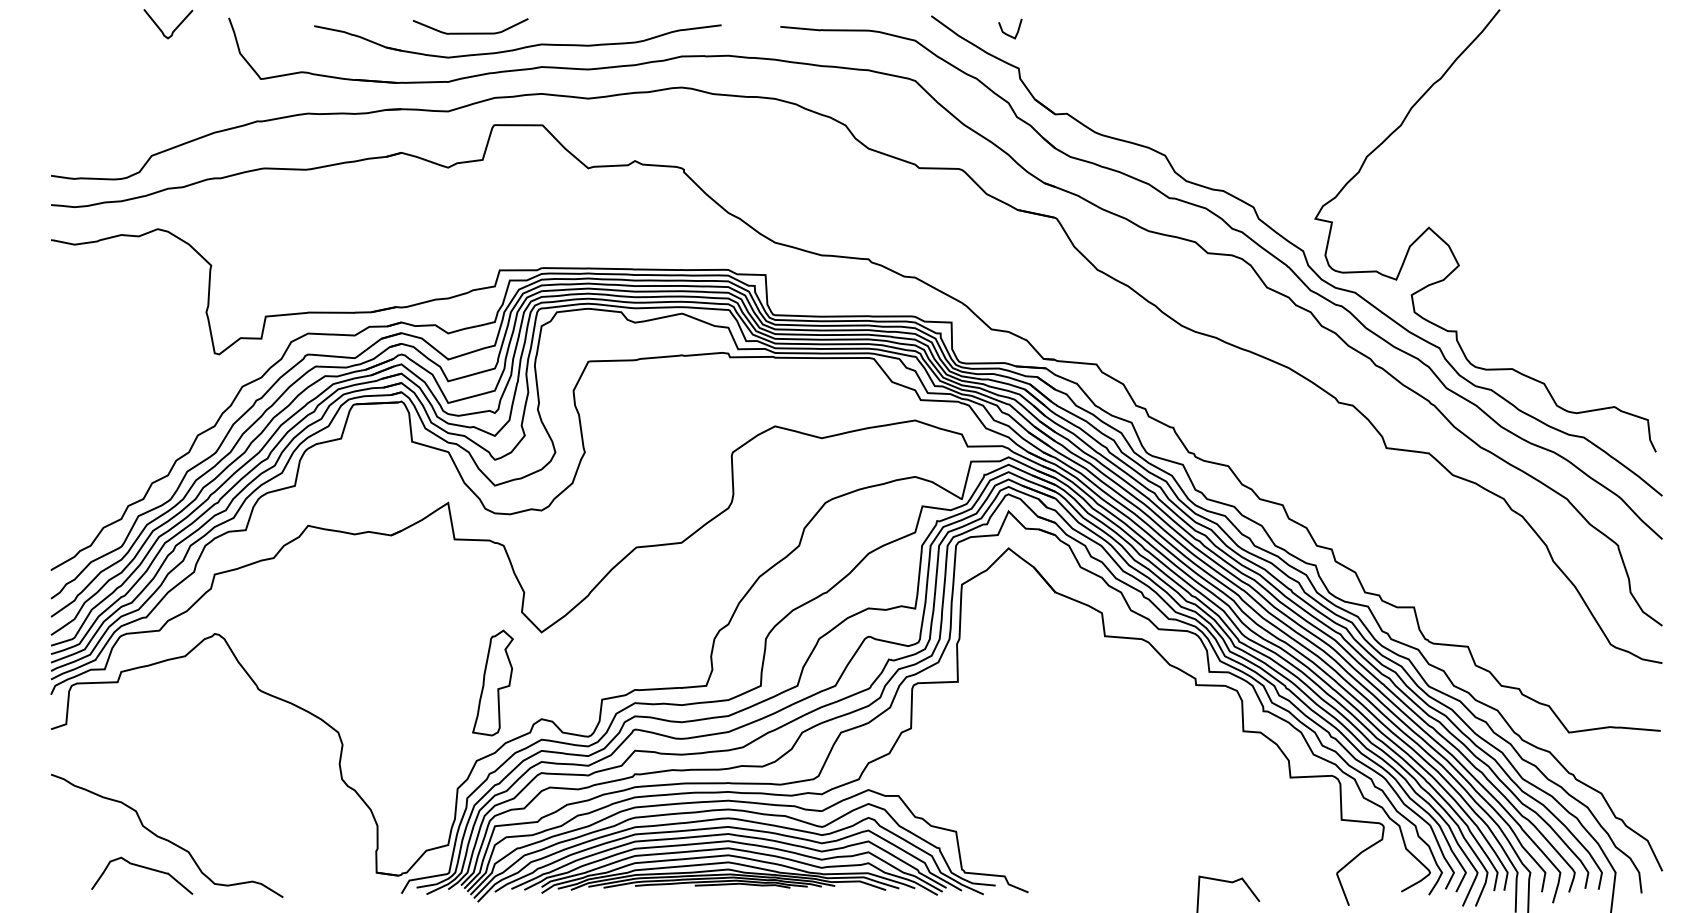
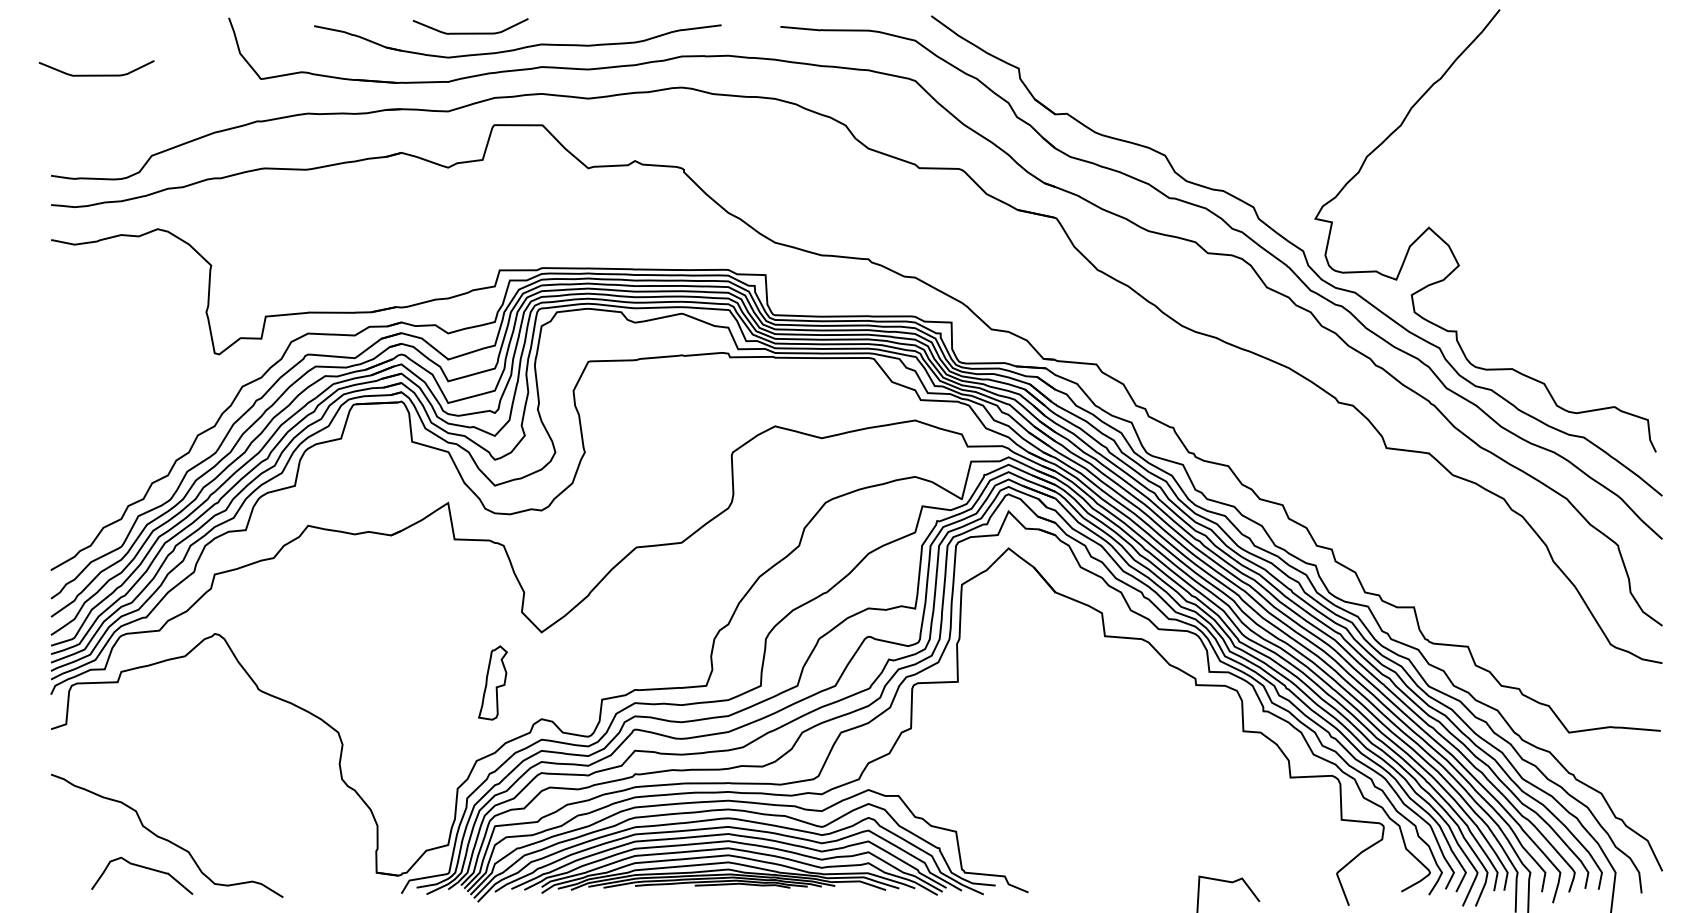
curve at (175, 27): present -> none
curve at (1007, 33): present -> none
curve at (96, 74): none -> present
part at (492, 682) size: 42x108 px -> 30x76 px
